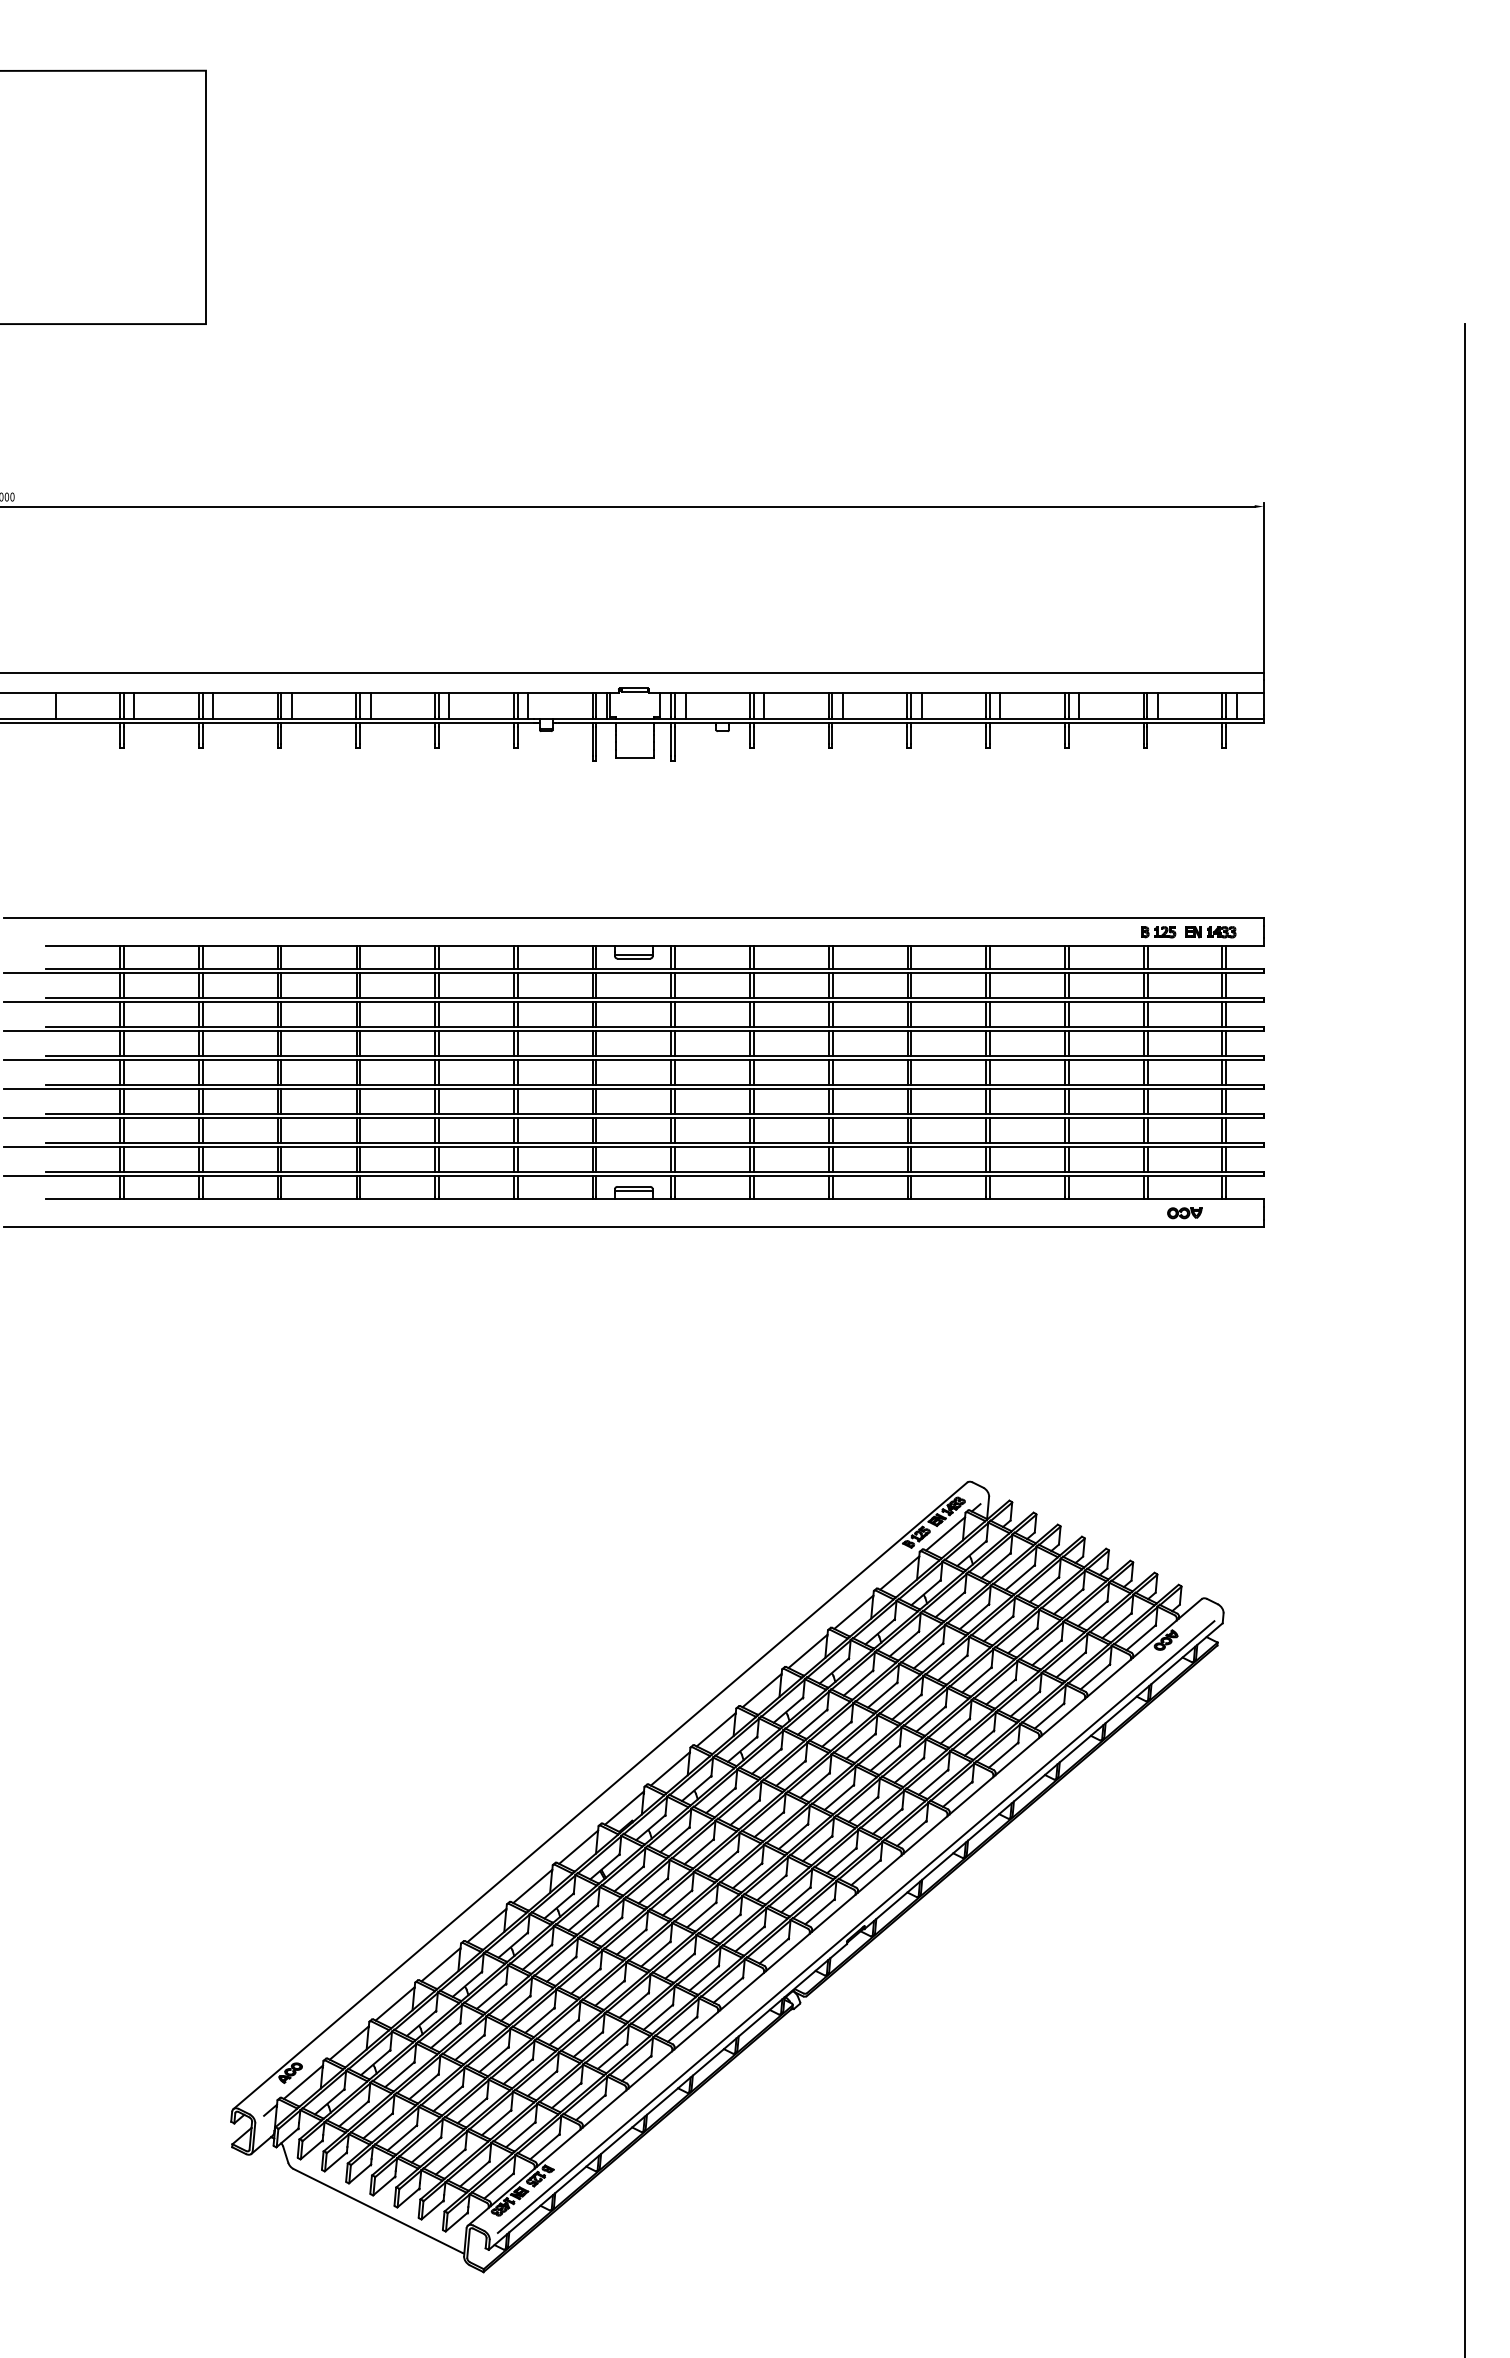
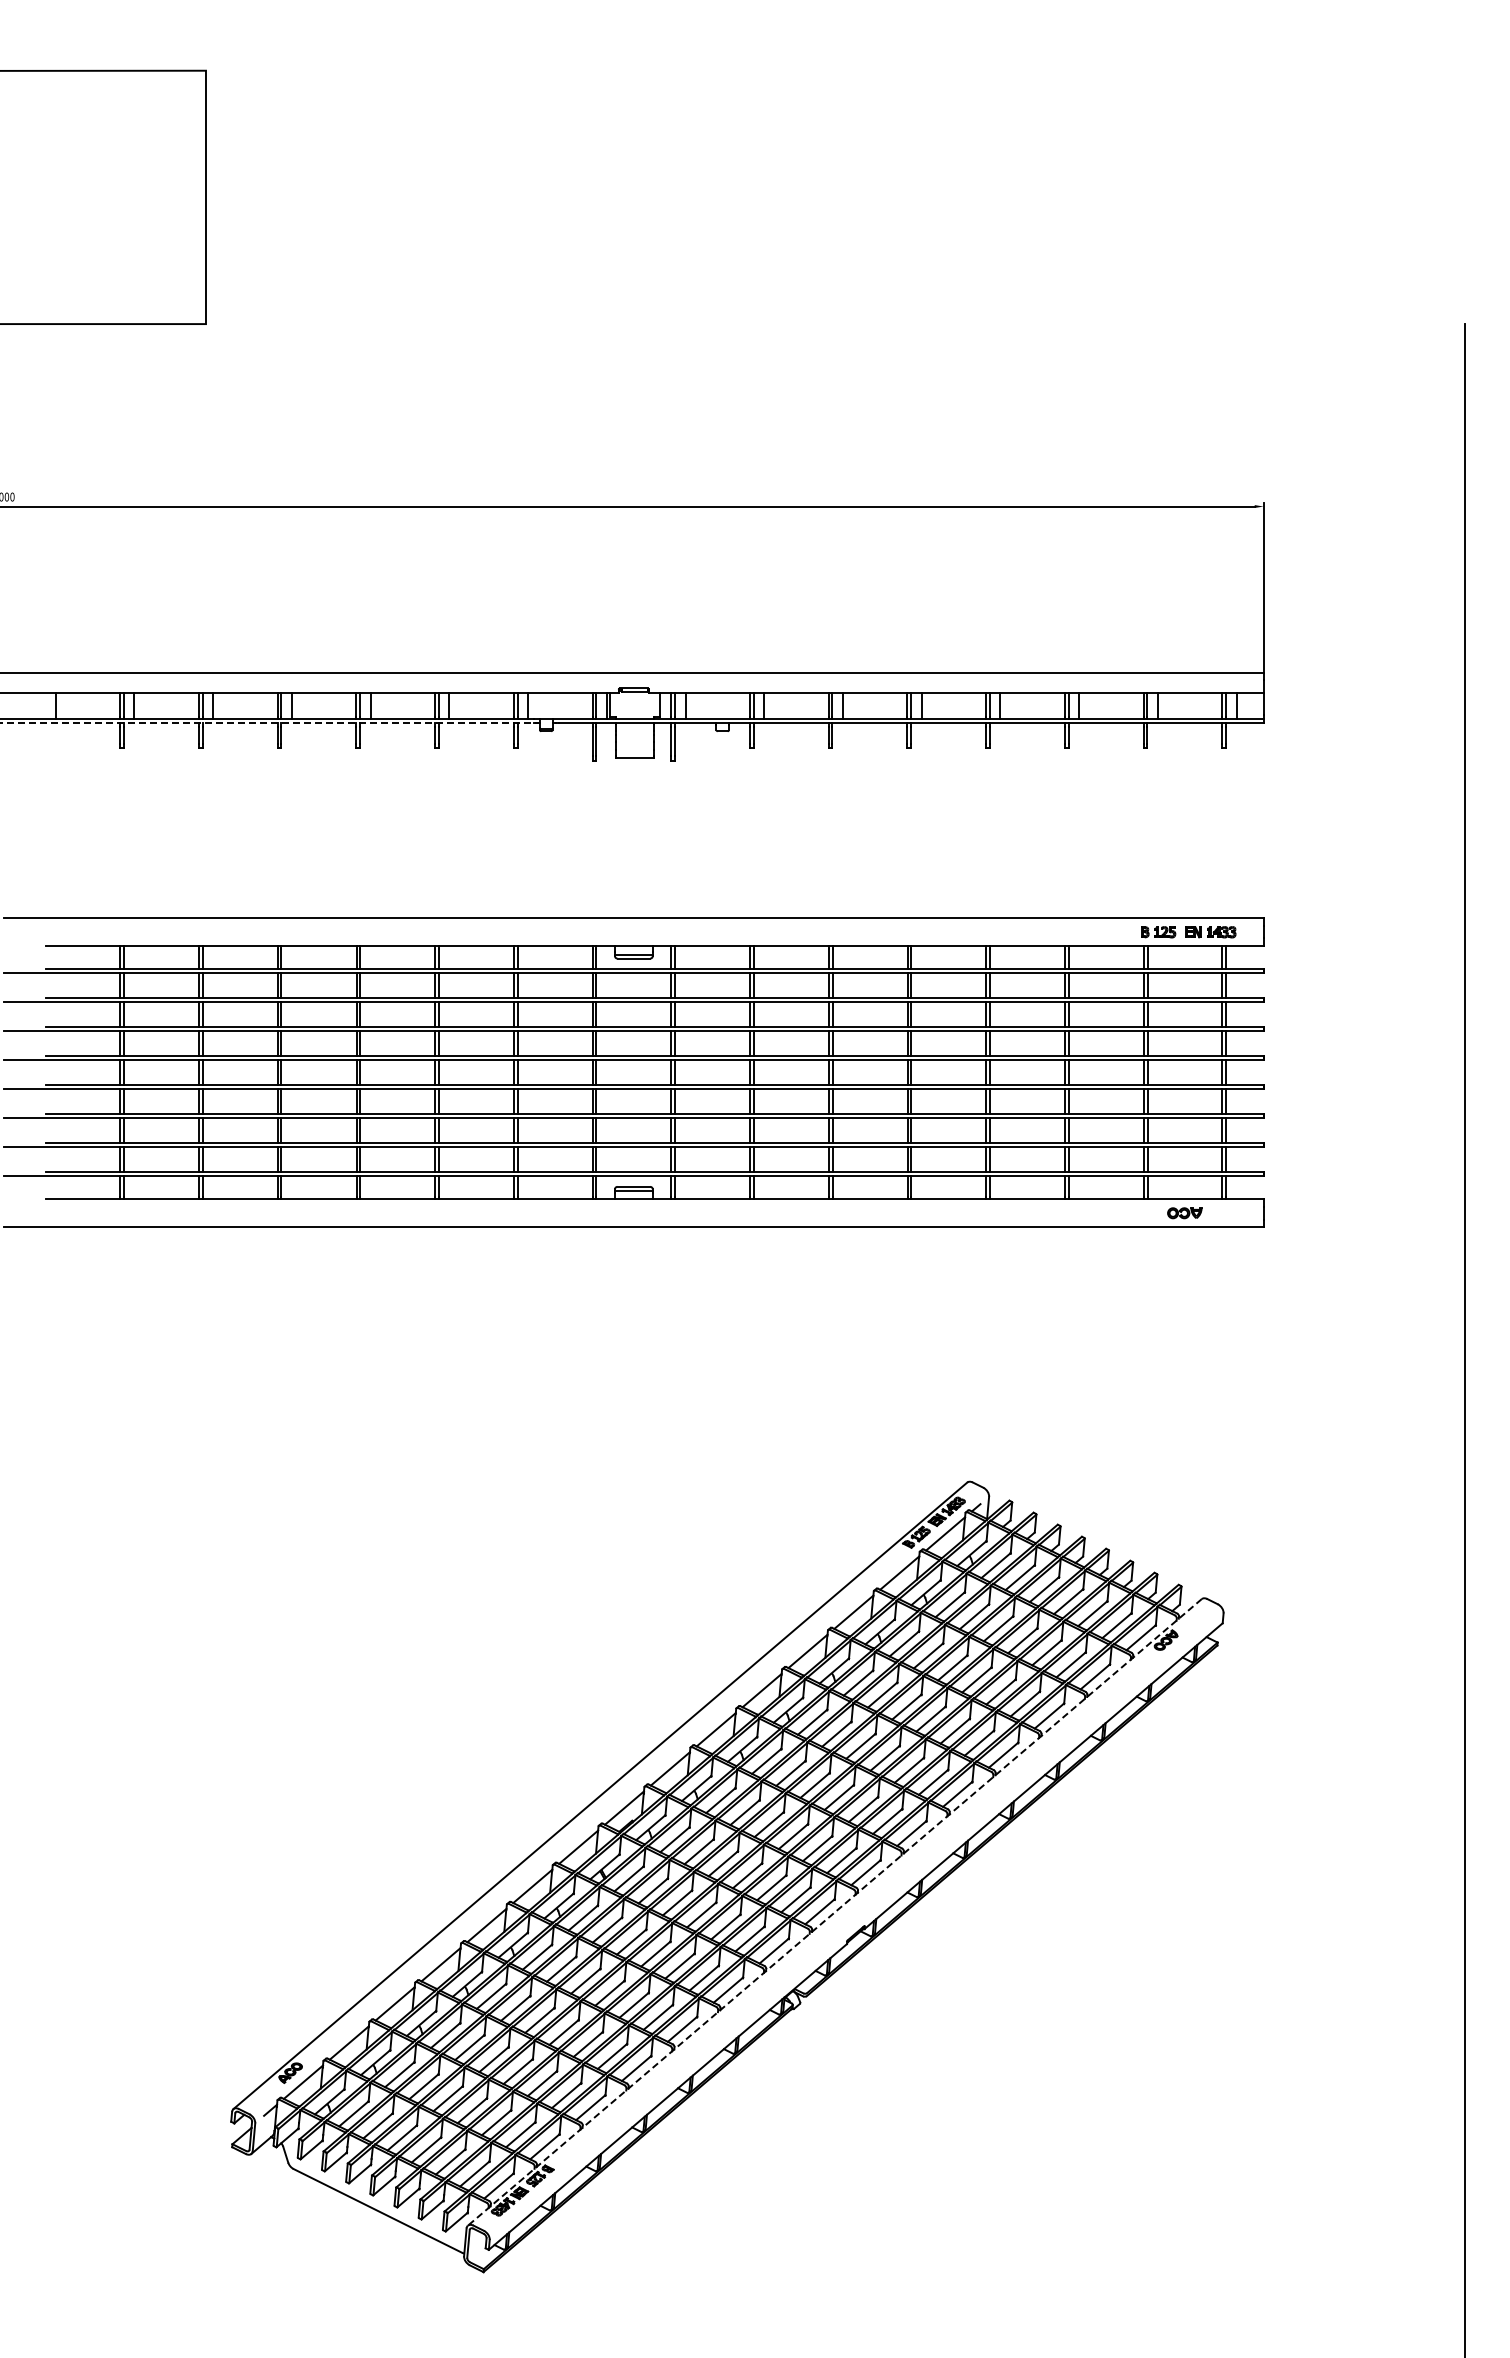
line at (267, 723): solid -> dashed
line at (834, 1912): solid -> dashed
line at (855, 1926): present -> none
